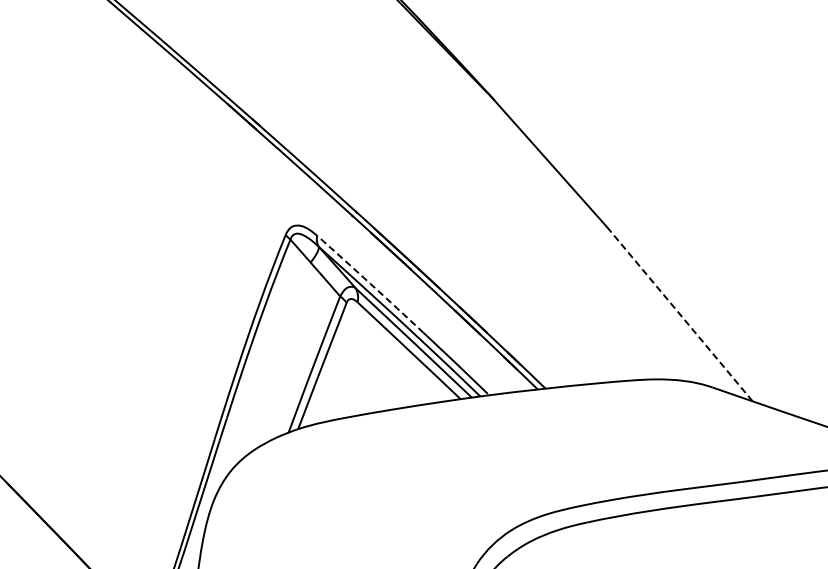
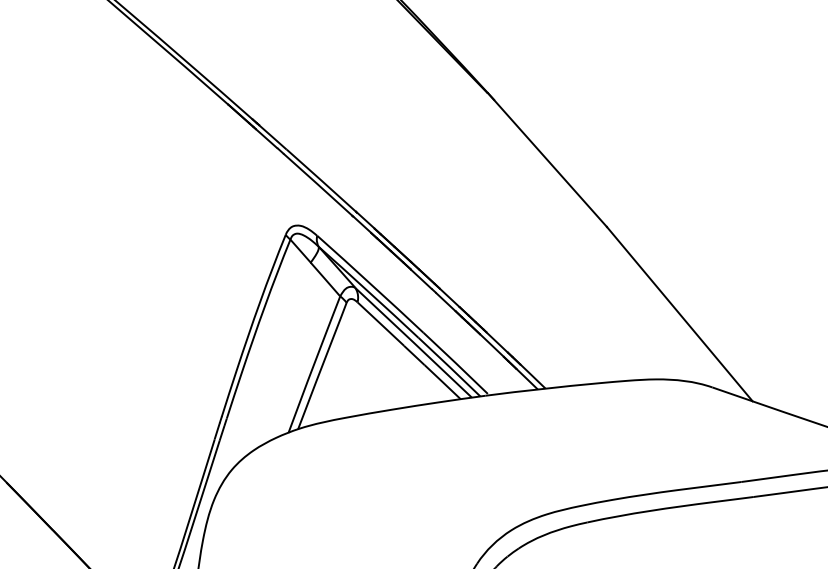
arc at (370, 284): dashed -> solid
line at (679, 314): dashed -> solid
